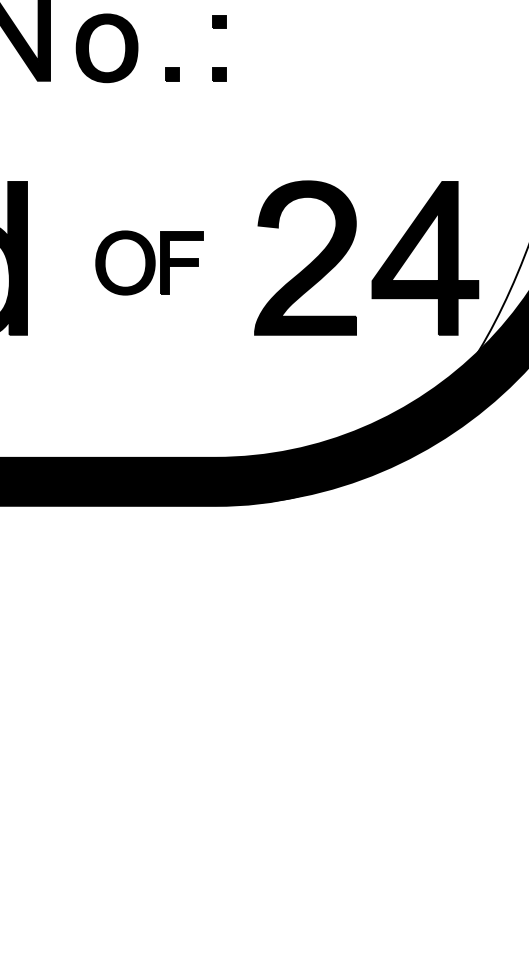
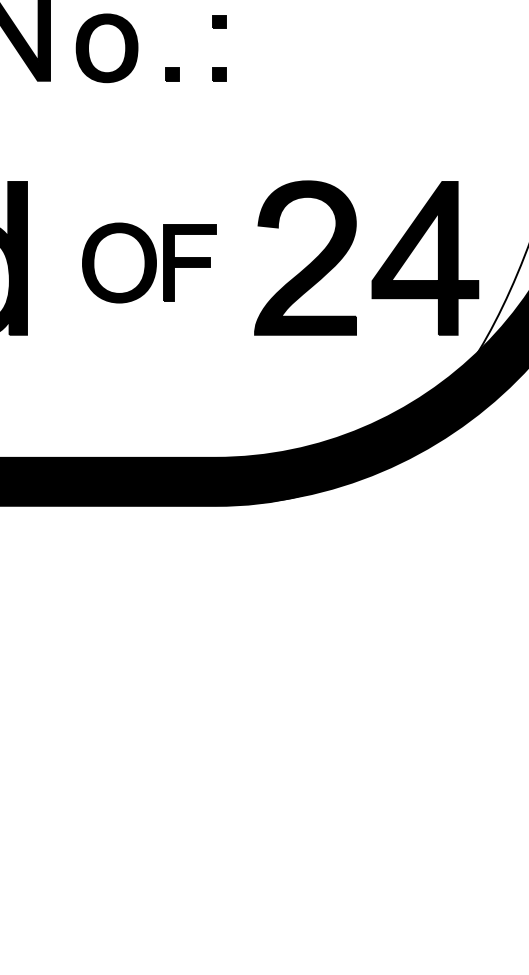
part at (149, 262) size: 109x66 px -> 135x82 px
